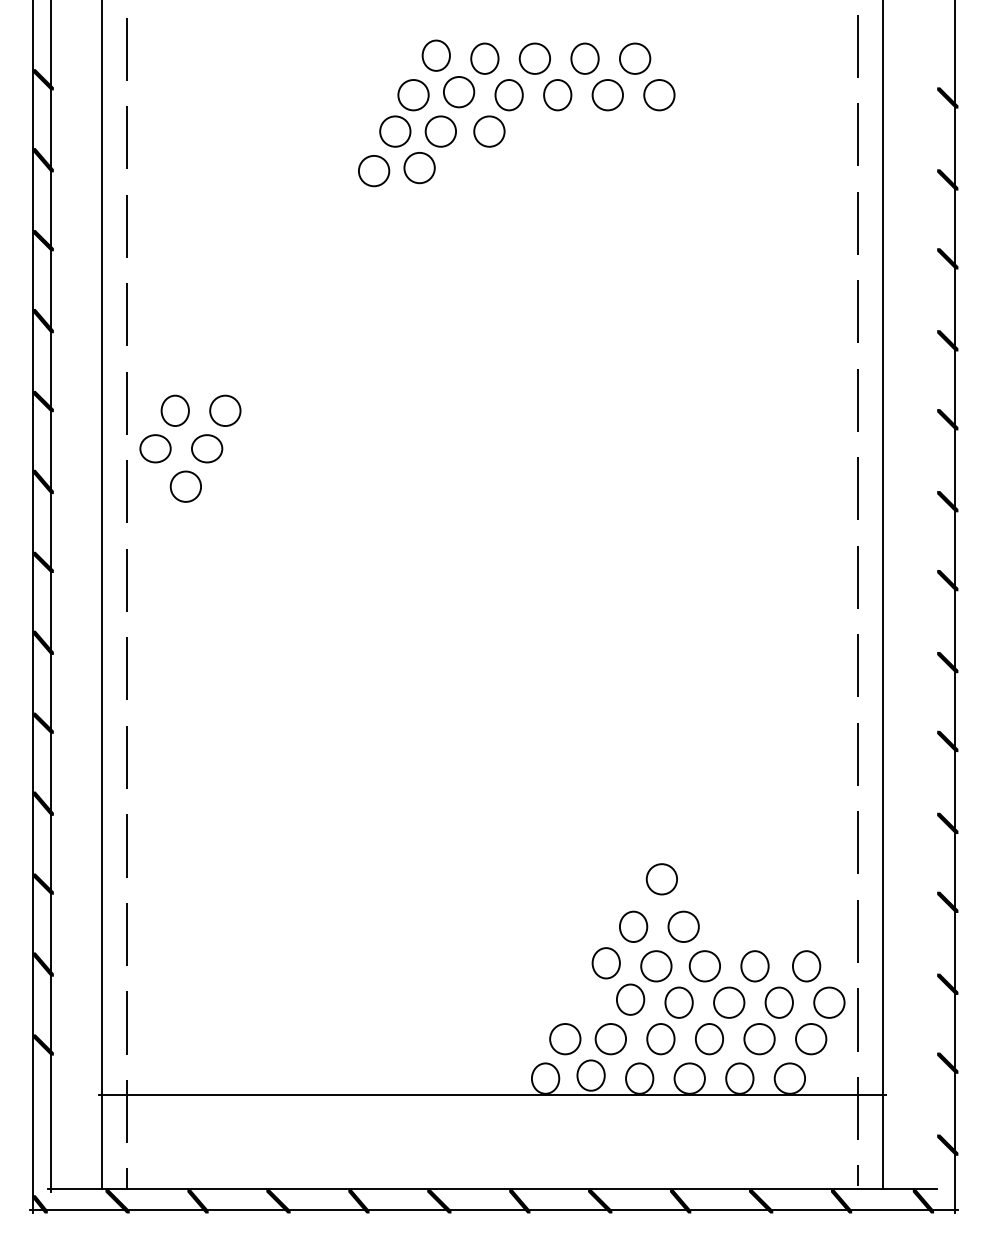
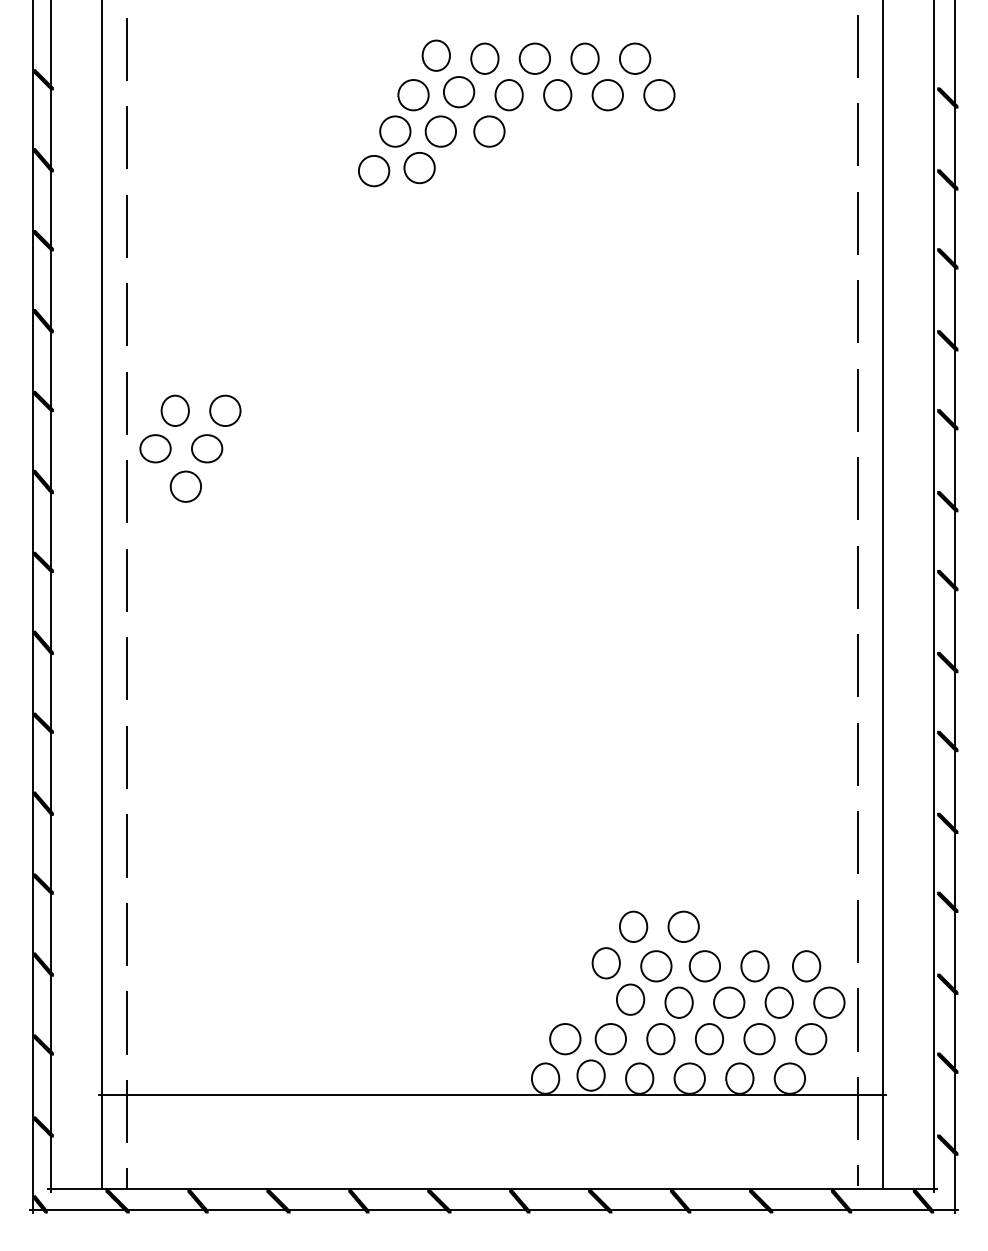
line at (934, 597): none -> present
part at (661, 879): present -> none
fill at (42, 1126): none -> present
